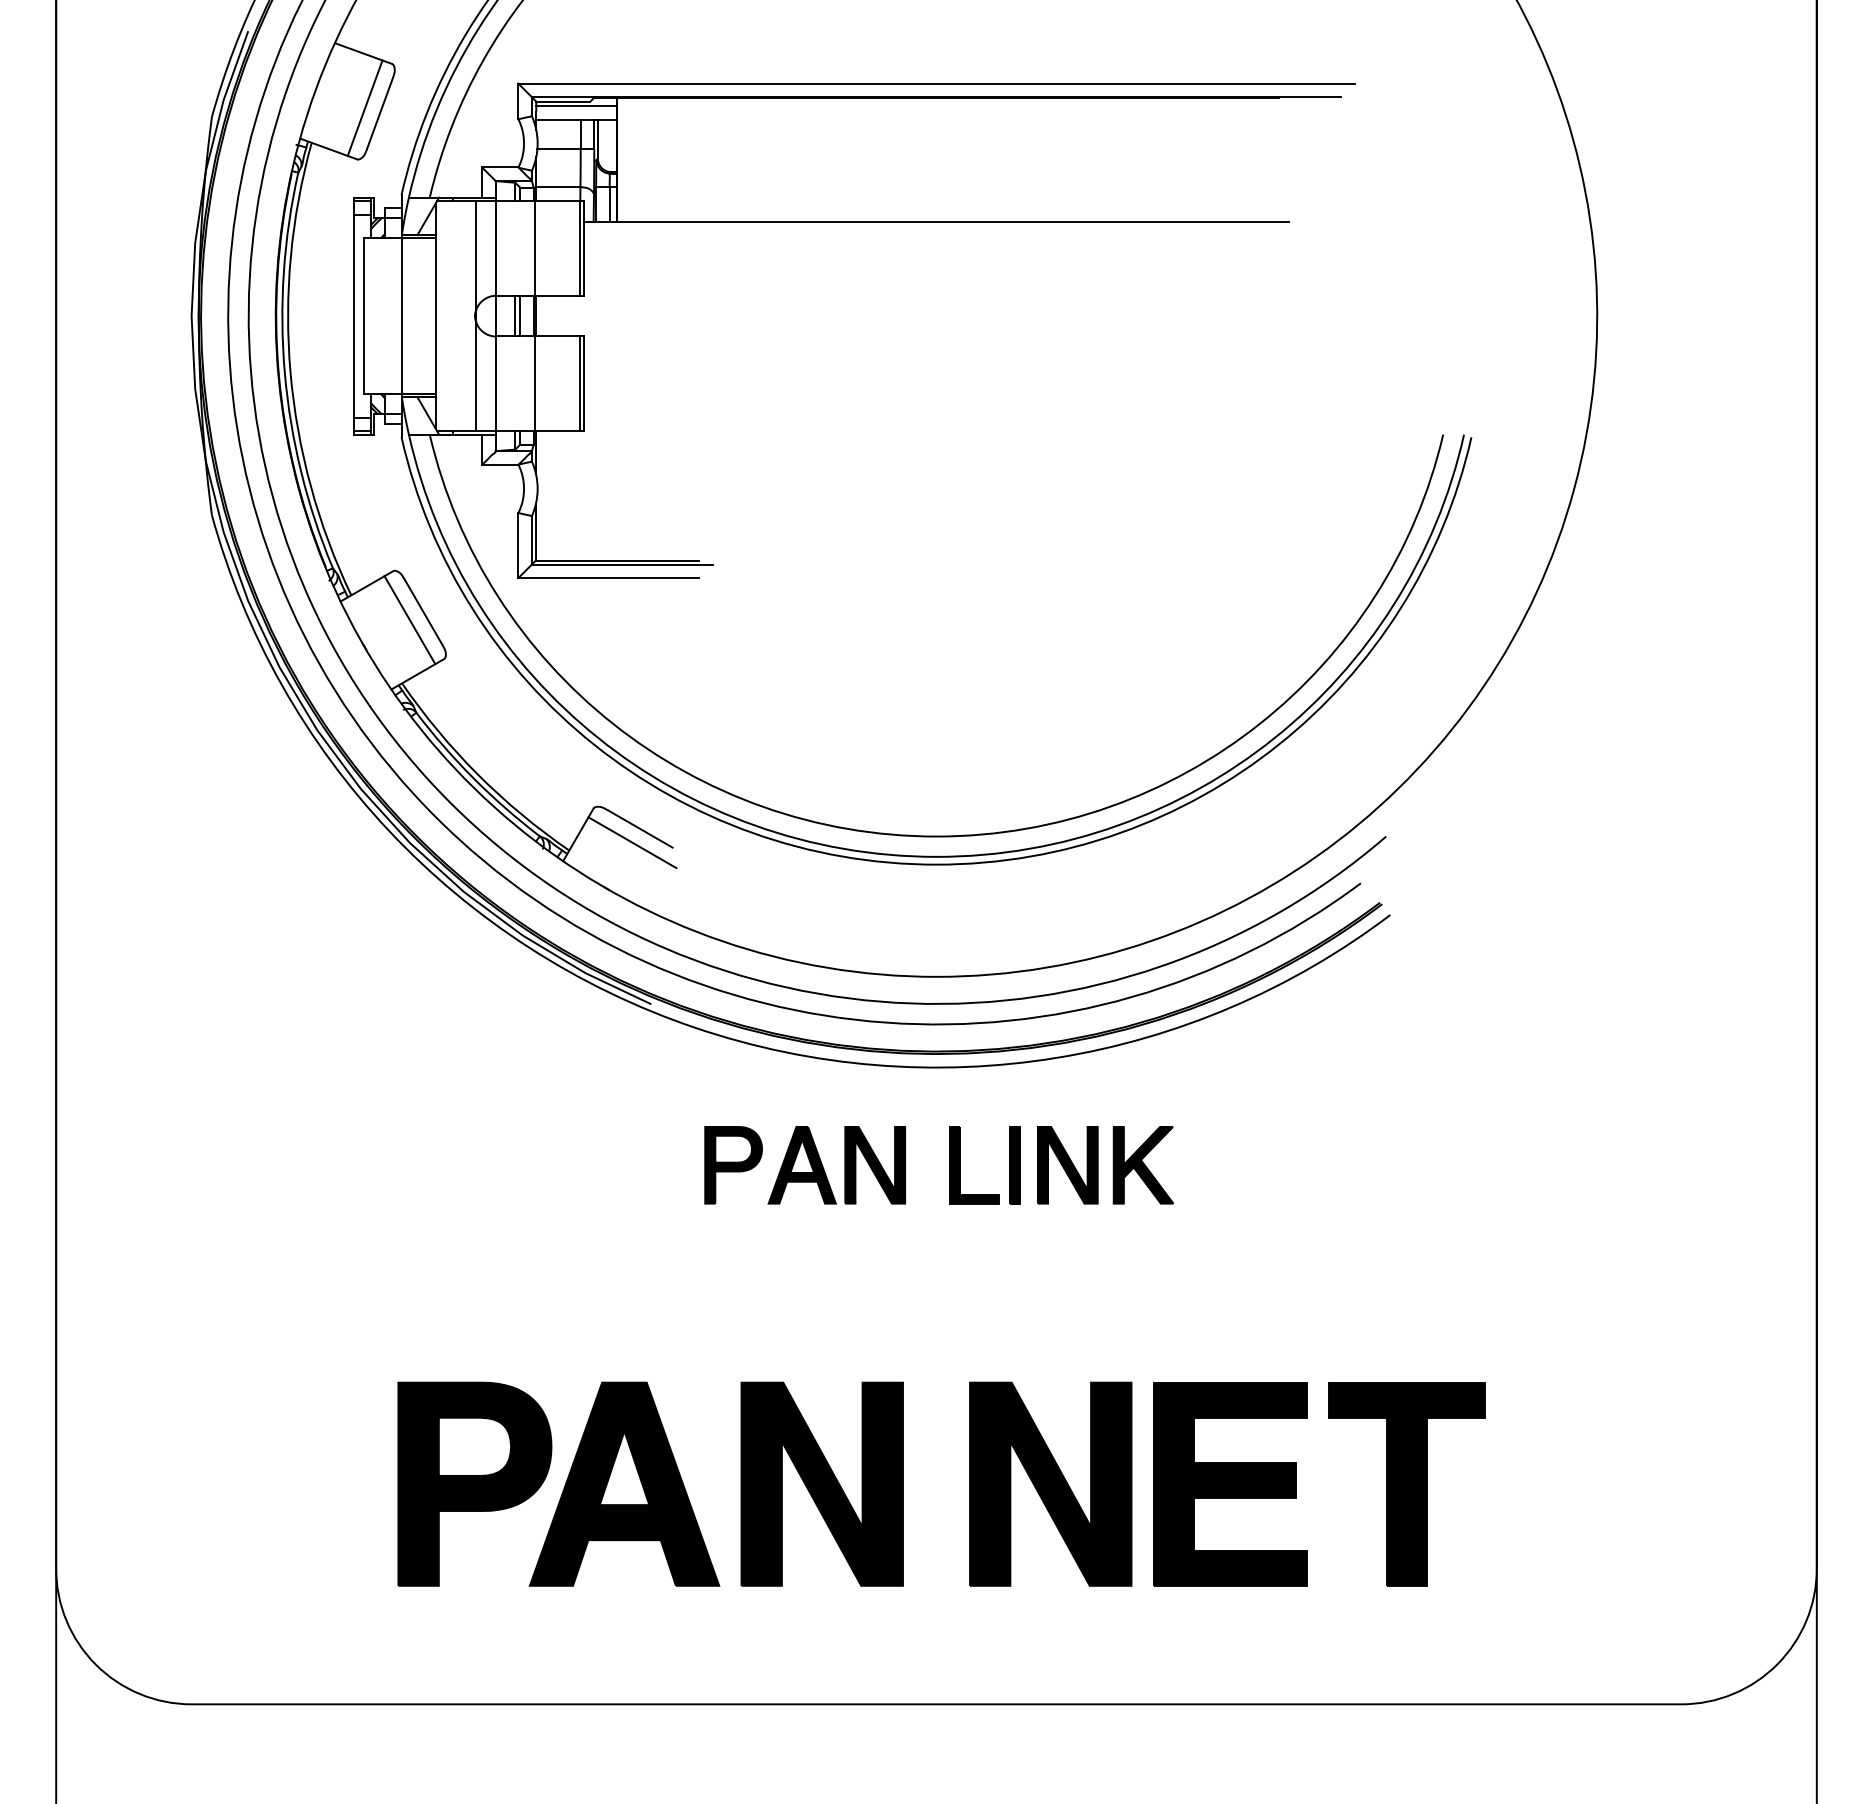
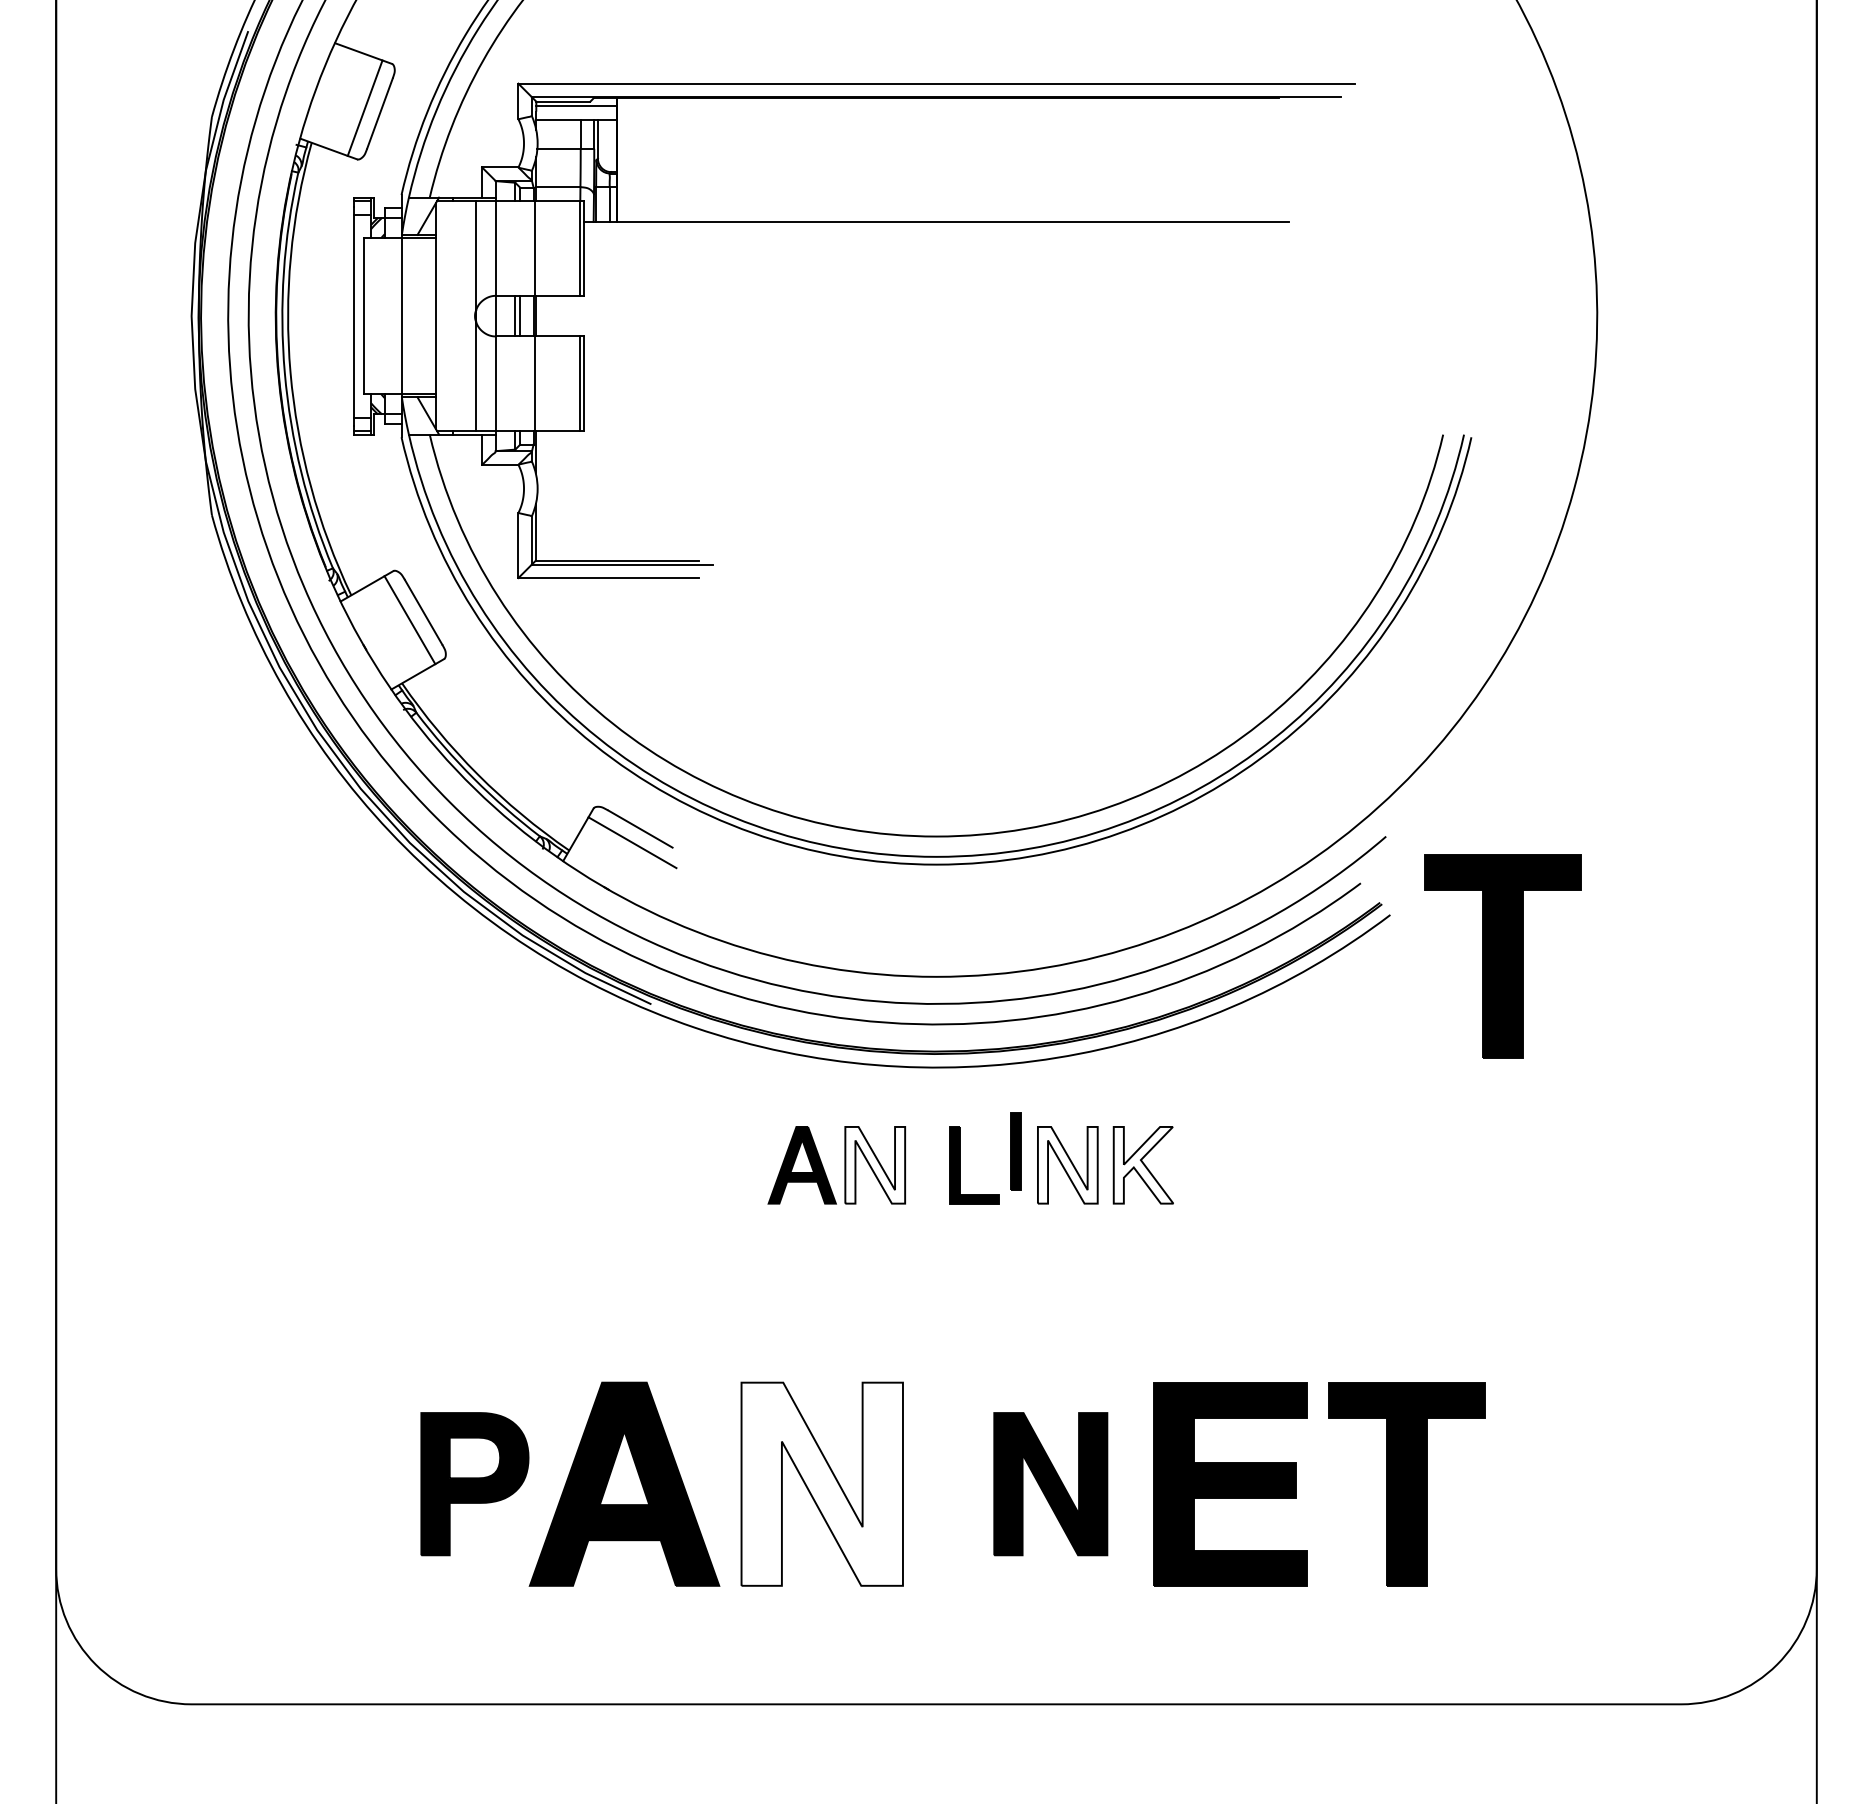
part at (1502, 956): none -> present
fill at (875, 1164): present -> none
fill at (1067, 1164): present -> none
fill at (1143, 1164): present -> none
part at (733, 1165): present -> none
part at (1014, 1165) position: (1014, 1165) -> (1015, 1151)
part at (474, 1483) size: 156x206 px -> 110x145 px
fill at (821, 1483): present -> none
part at (1050, 1483) size: 164x206 px -> 116x145 px
